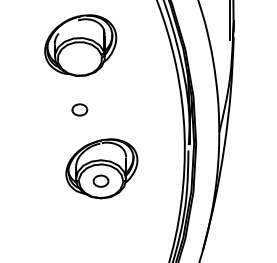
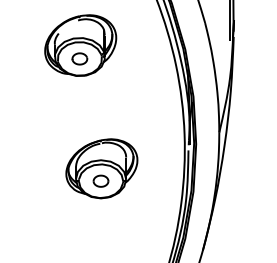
part at (79, 109) position: (79, 109) -> (79, 58)
